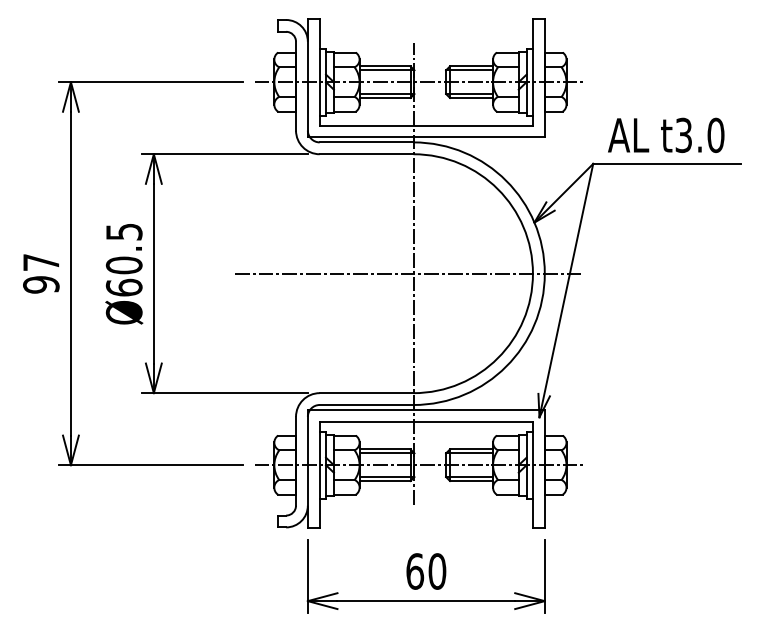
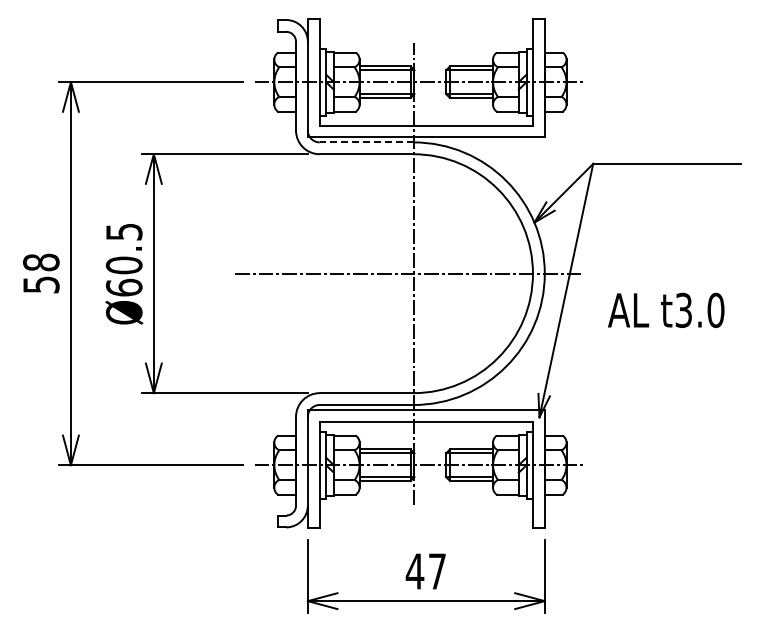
text at (666, 134) position: (666, 134) -> (666, 309)
line at (366, 142): solid -> dashed
text at (41, 273): 97 -> 58
text at (425, 571): 60 -> 47
